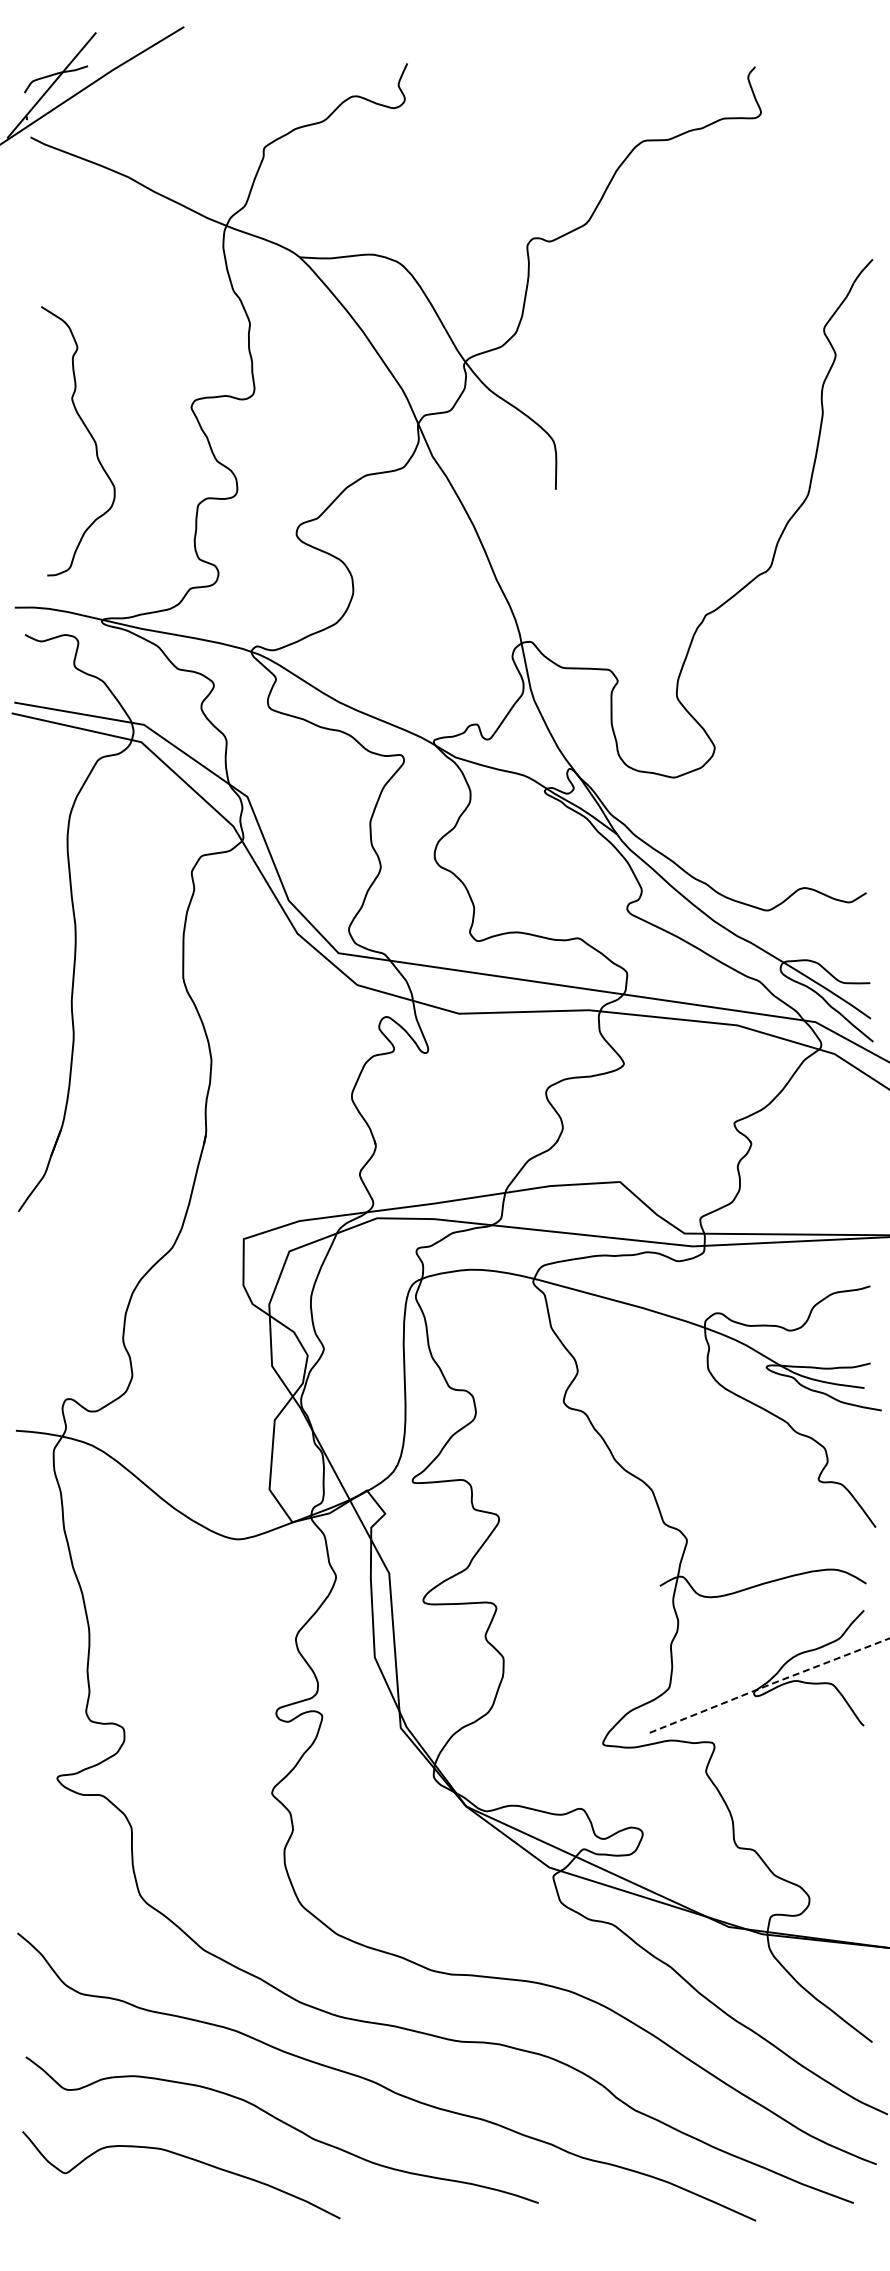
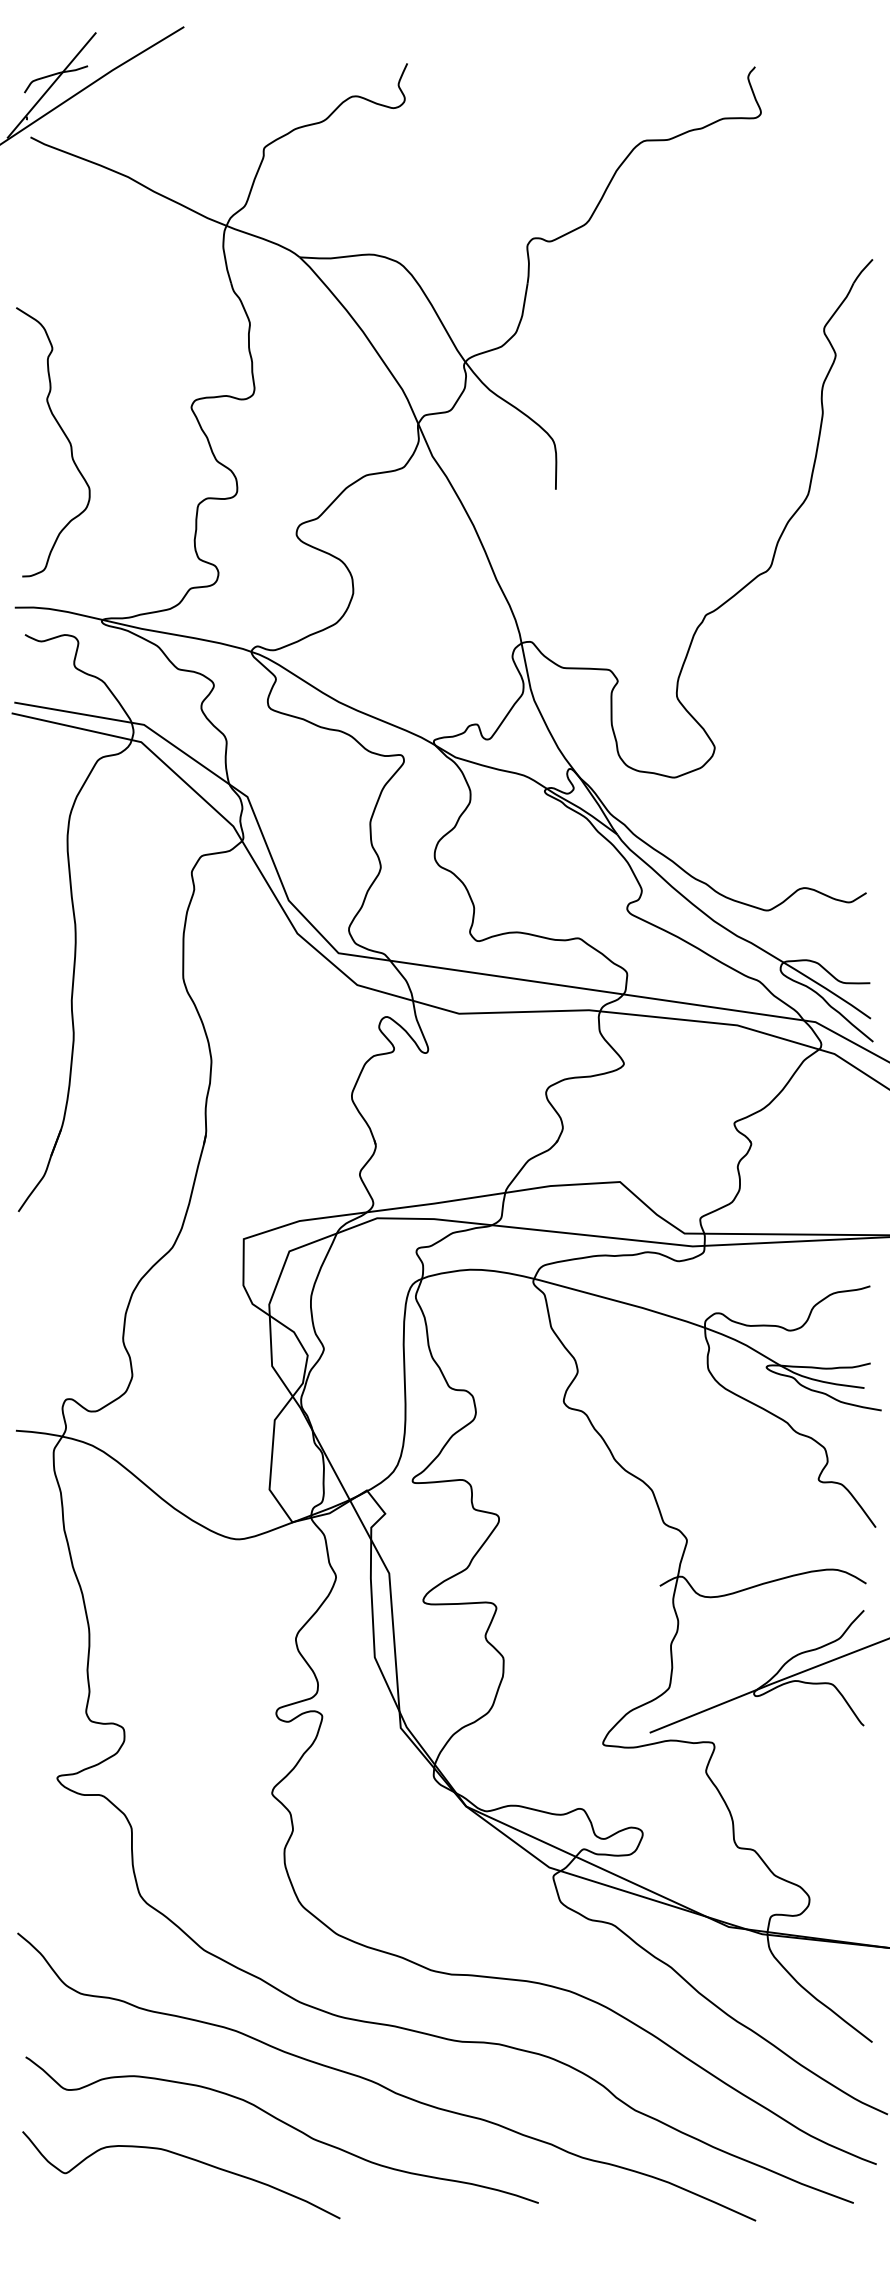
curve at (90, 436) position: (90, 436) -> (65, 437)
line at (770, 1684): dashed -> solid
